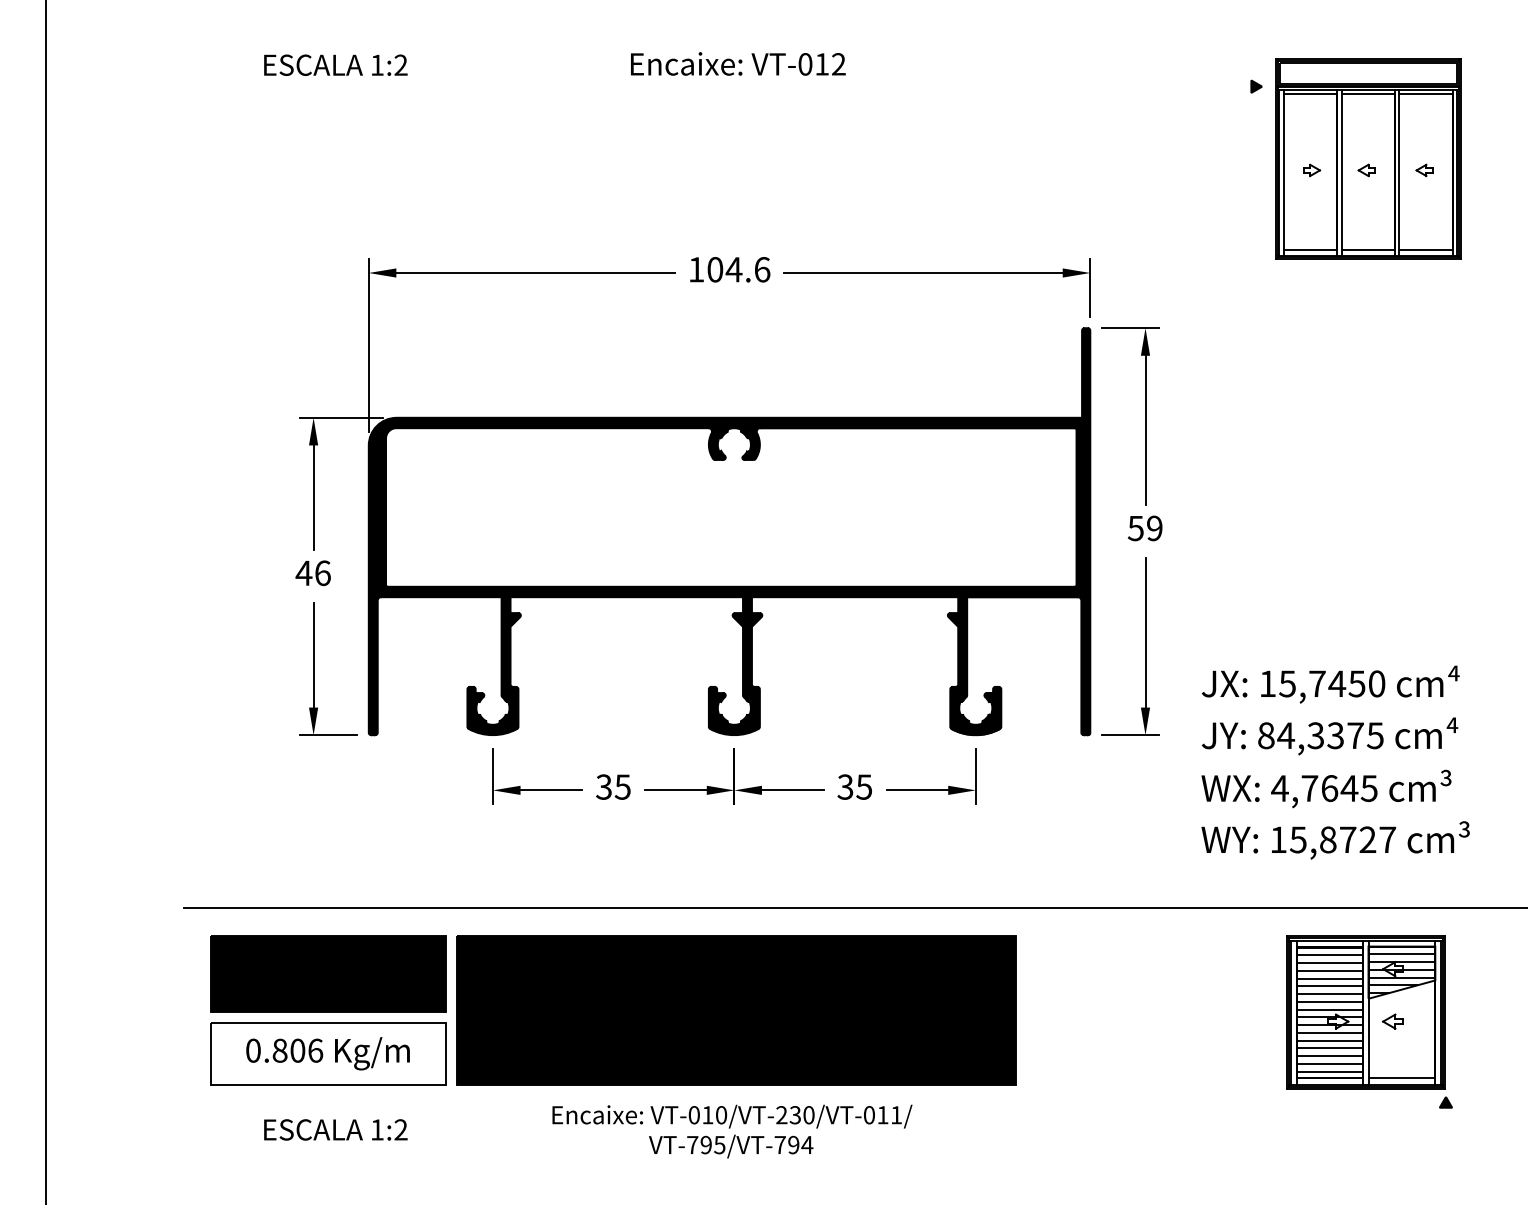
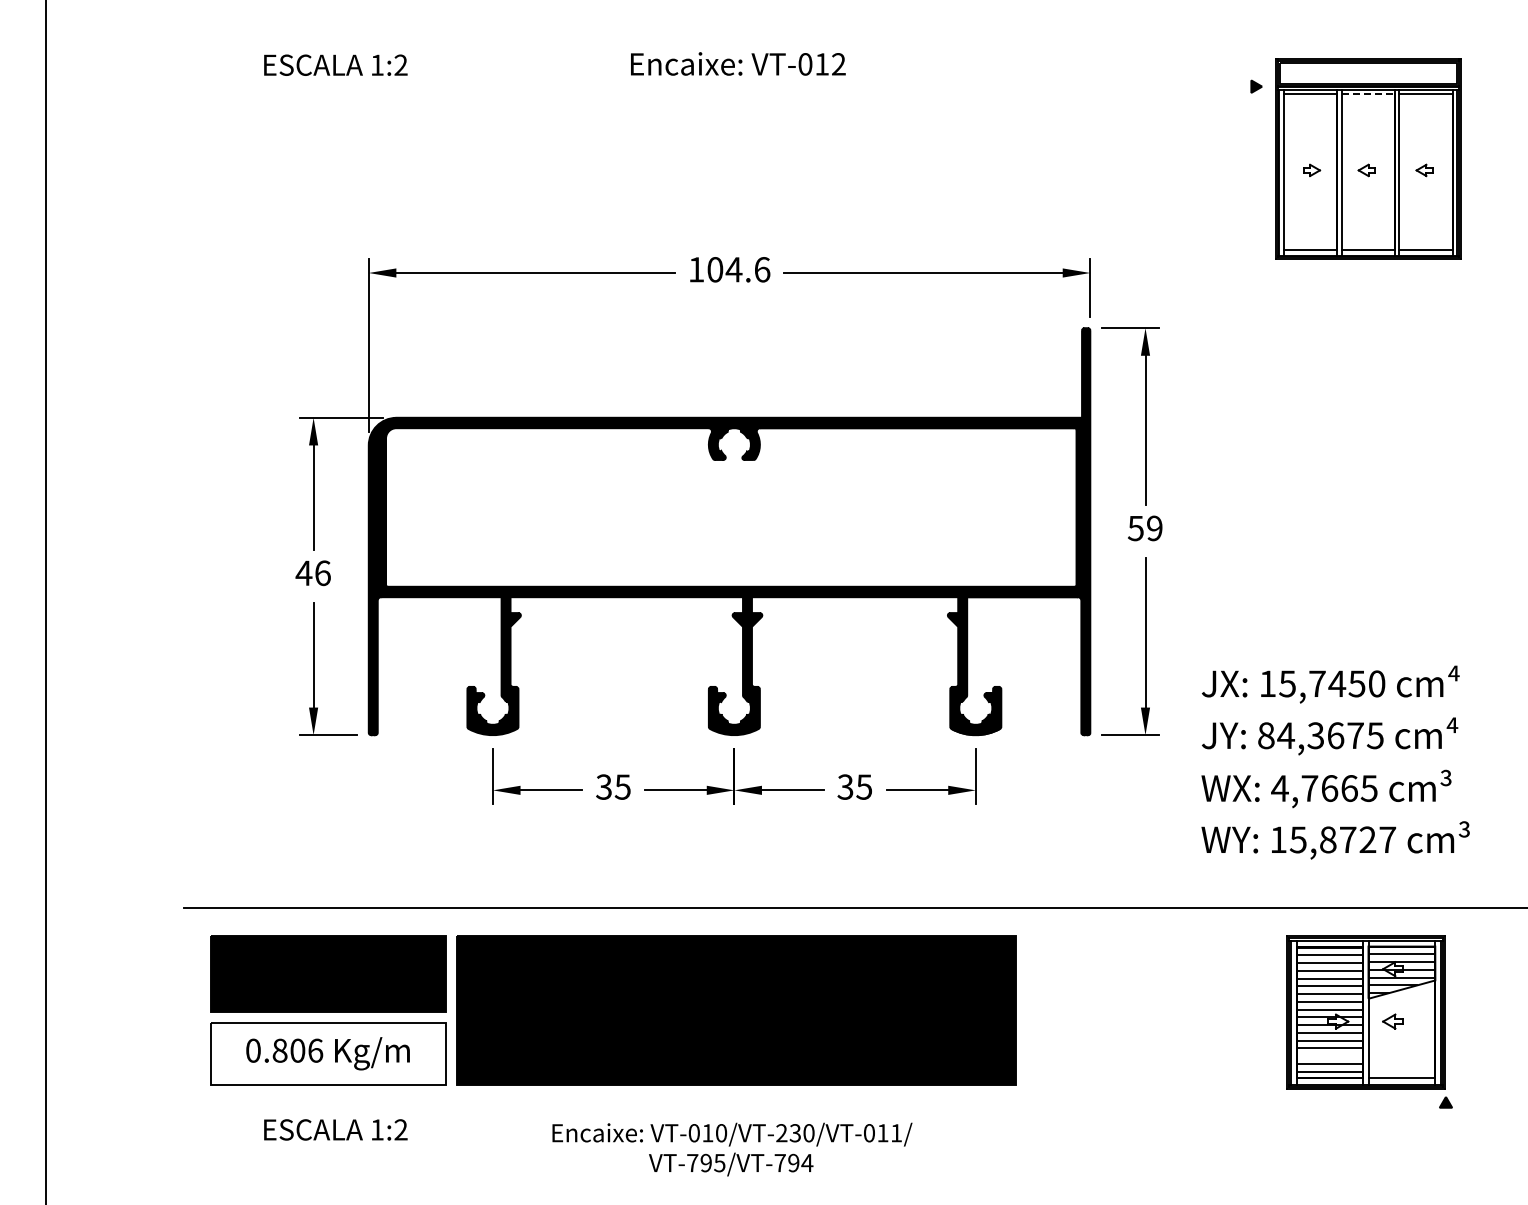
line at (1368, 94): solid -> dashed
text at (1335, 735): 84,3375 -> 84,3675
text at (1349, 788): 4,7645 -> 4,7665
line at (1329, 1056): present -> none
text at (732, 1131) position: (732, 1131) -> (732, 1149)
